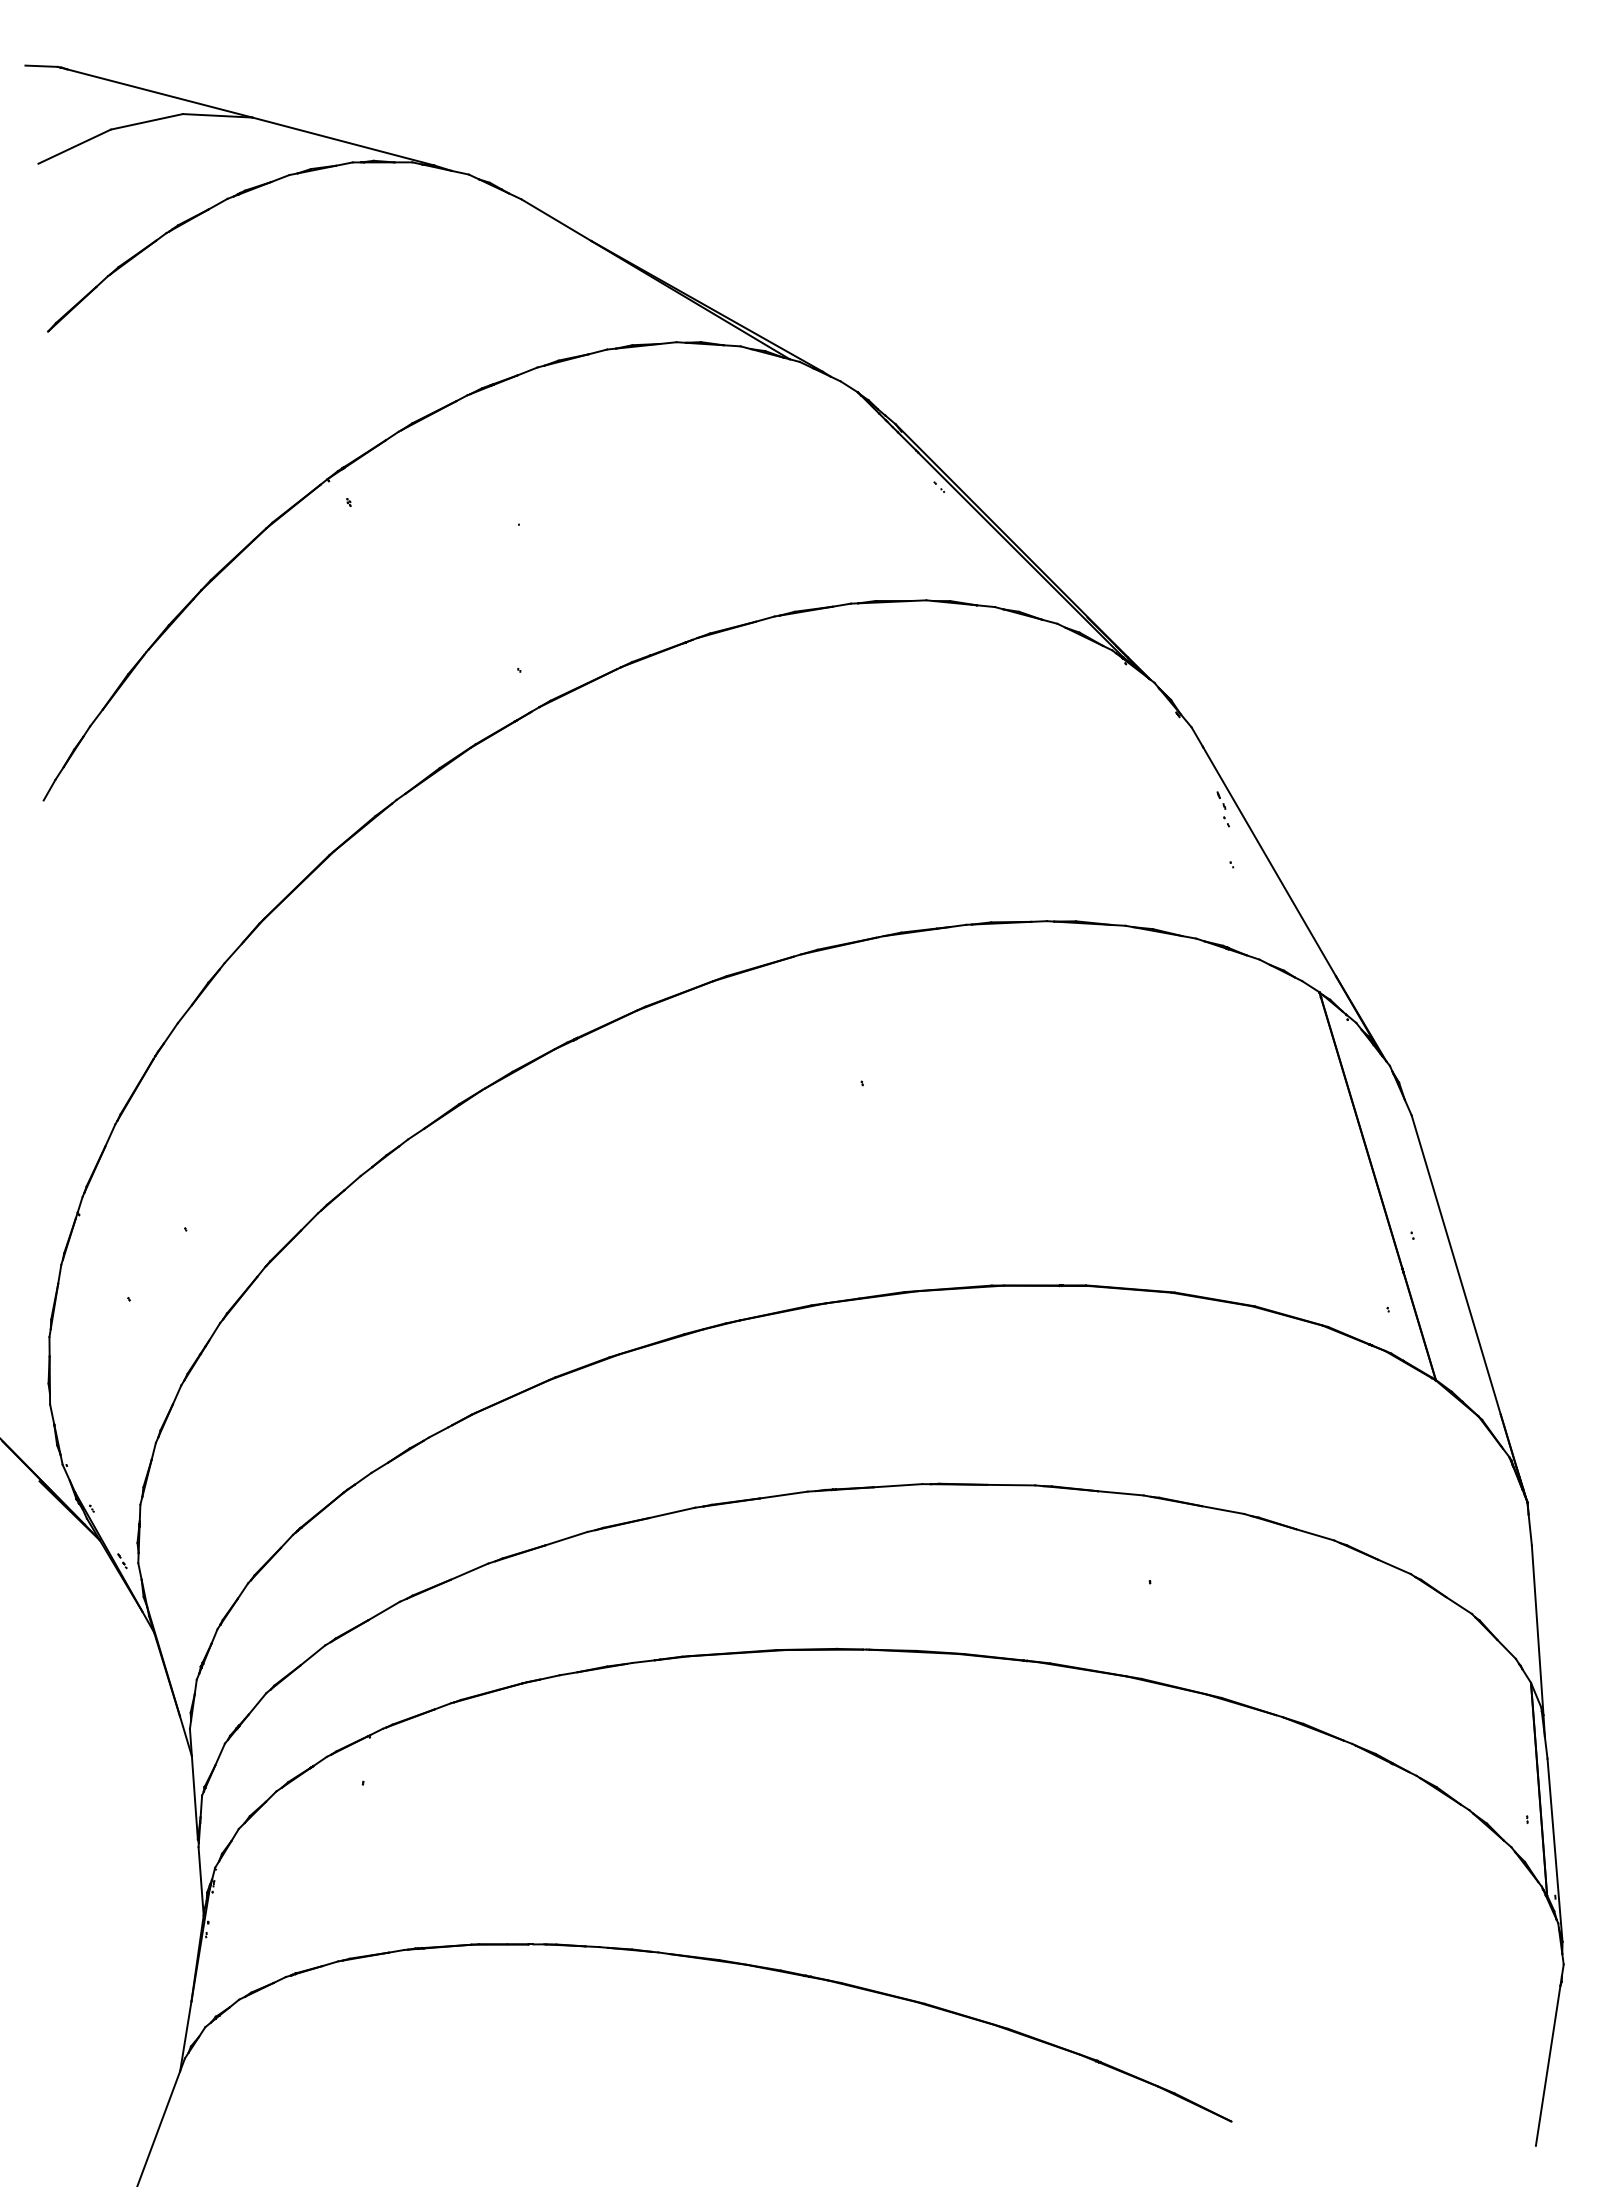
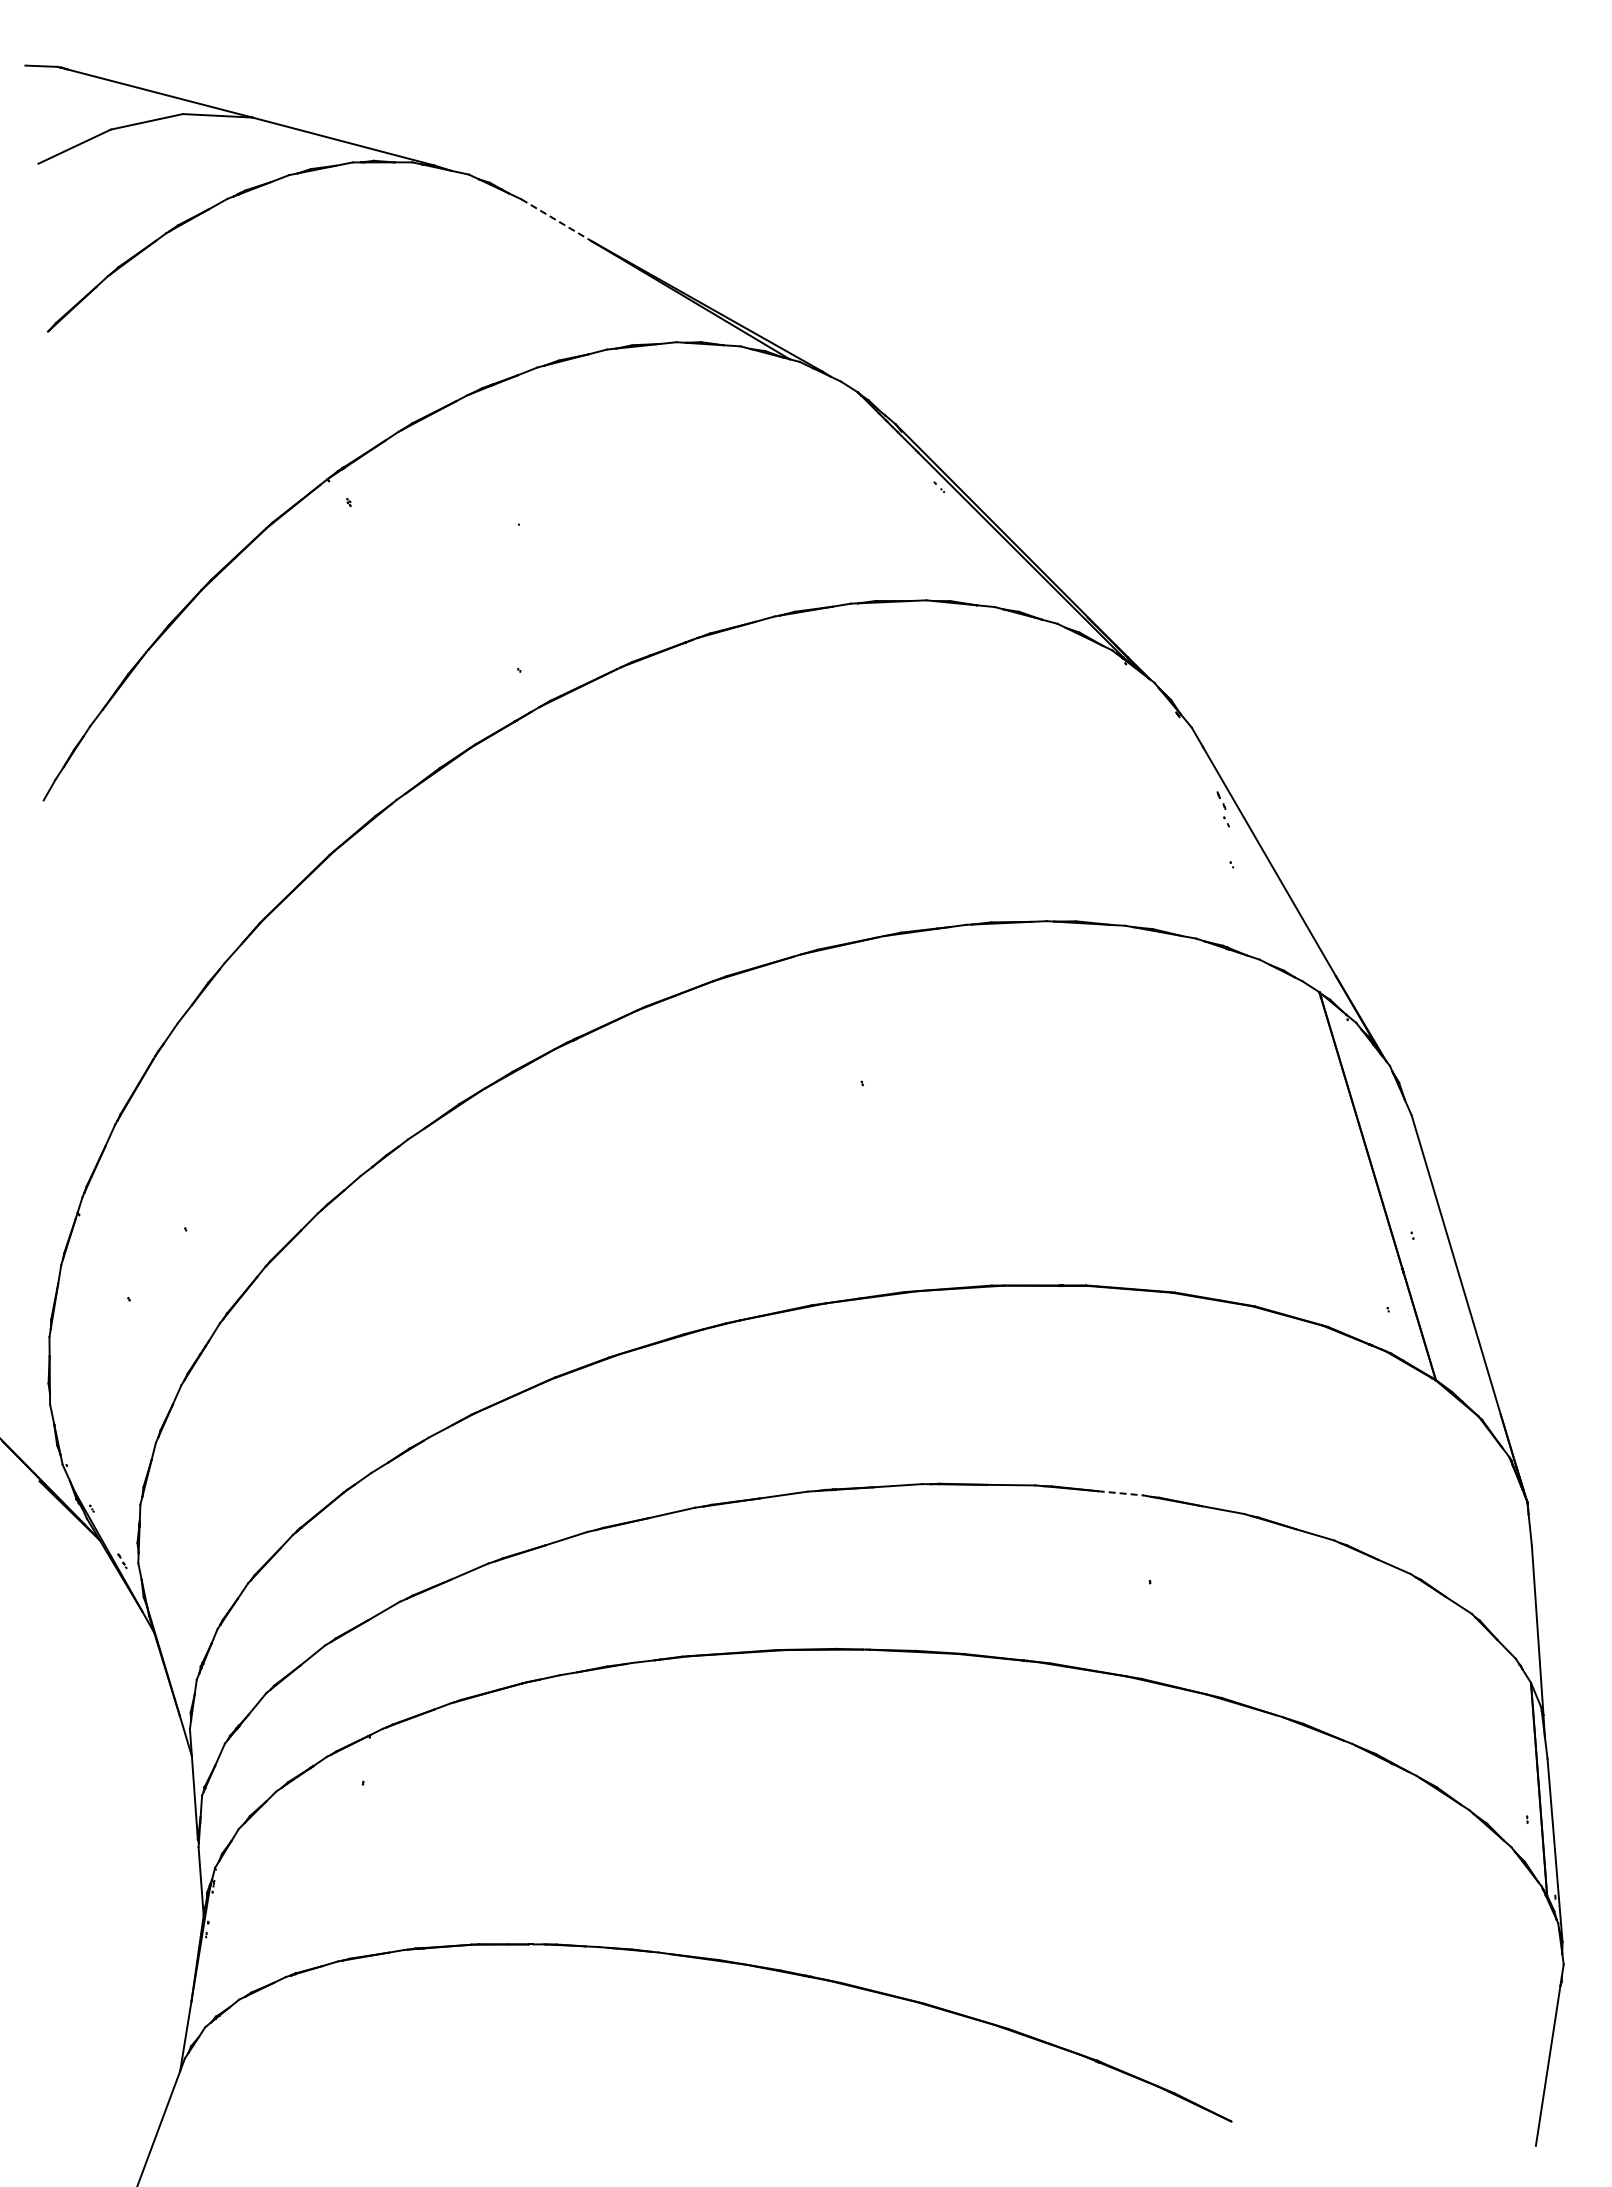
line at (556, 220): solid -> dashed
line at (1121, 1493): solid -> dashed
